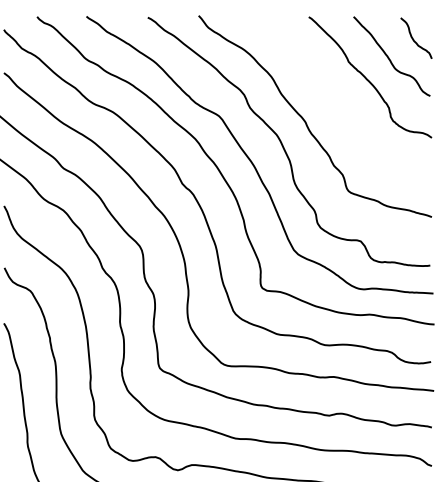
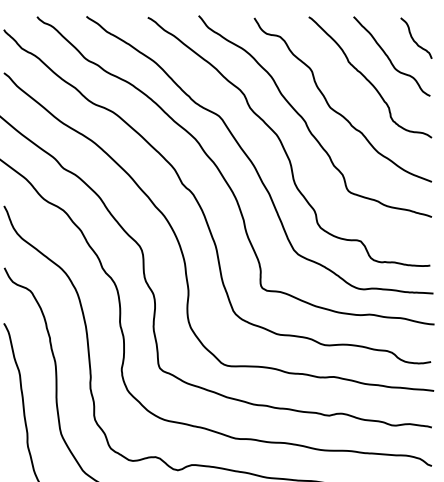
curve at (333, 108): none -> present
